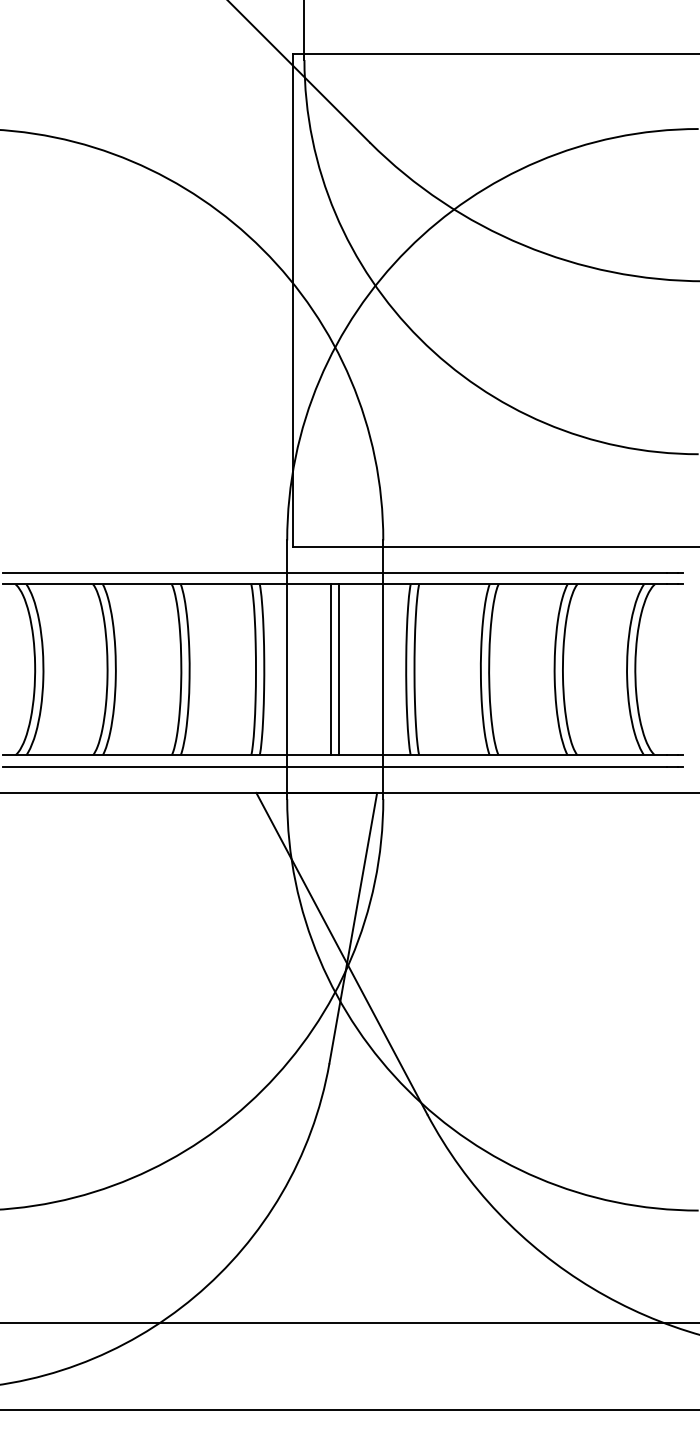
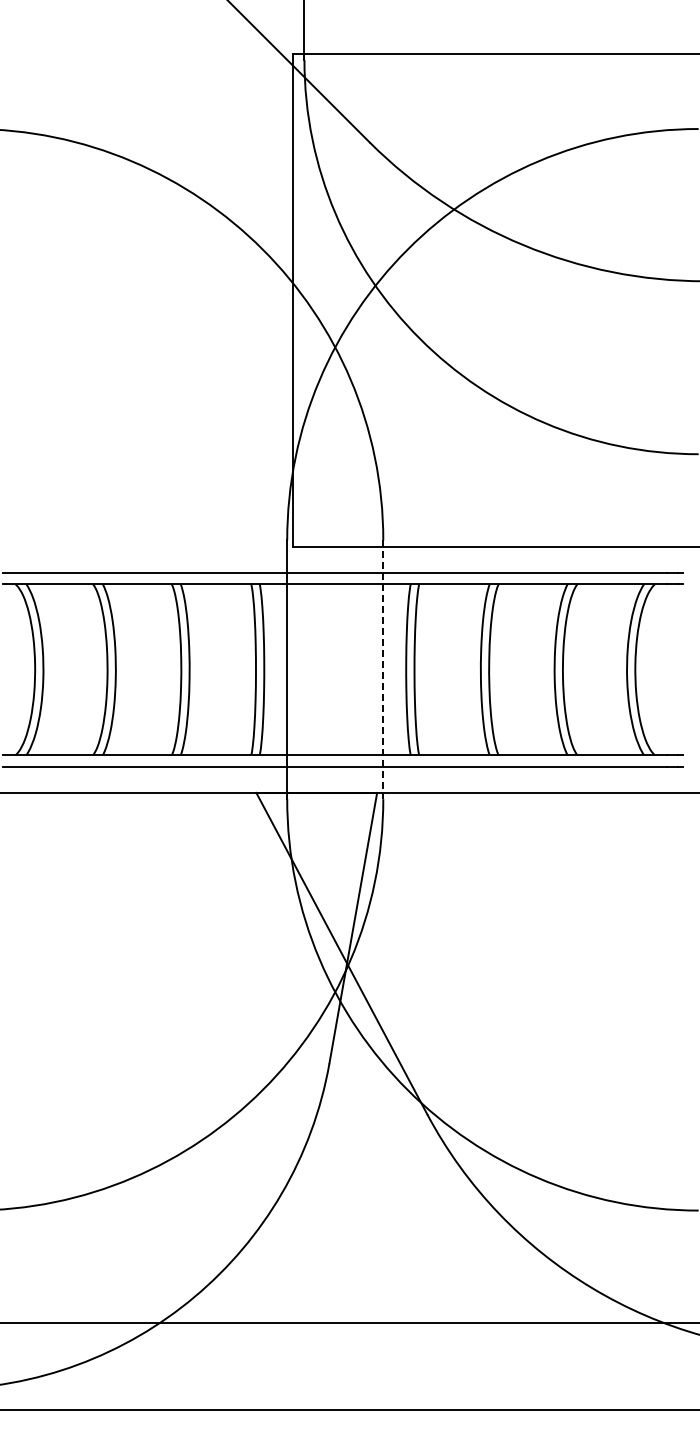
line at (331, 669): present -> none
line at (339, 669): present -> none
line at (383, 670): solid -> dashed
